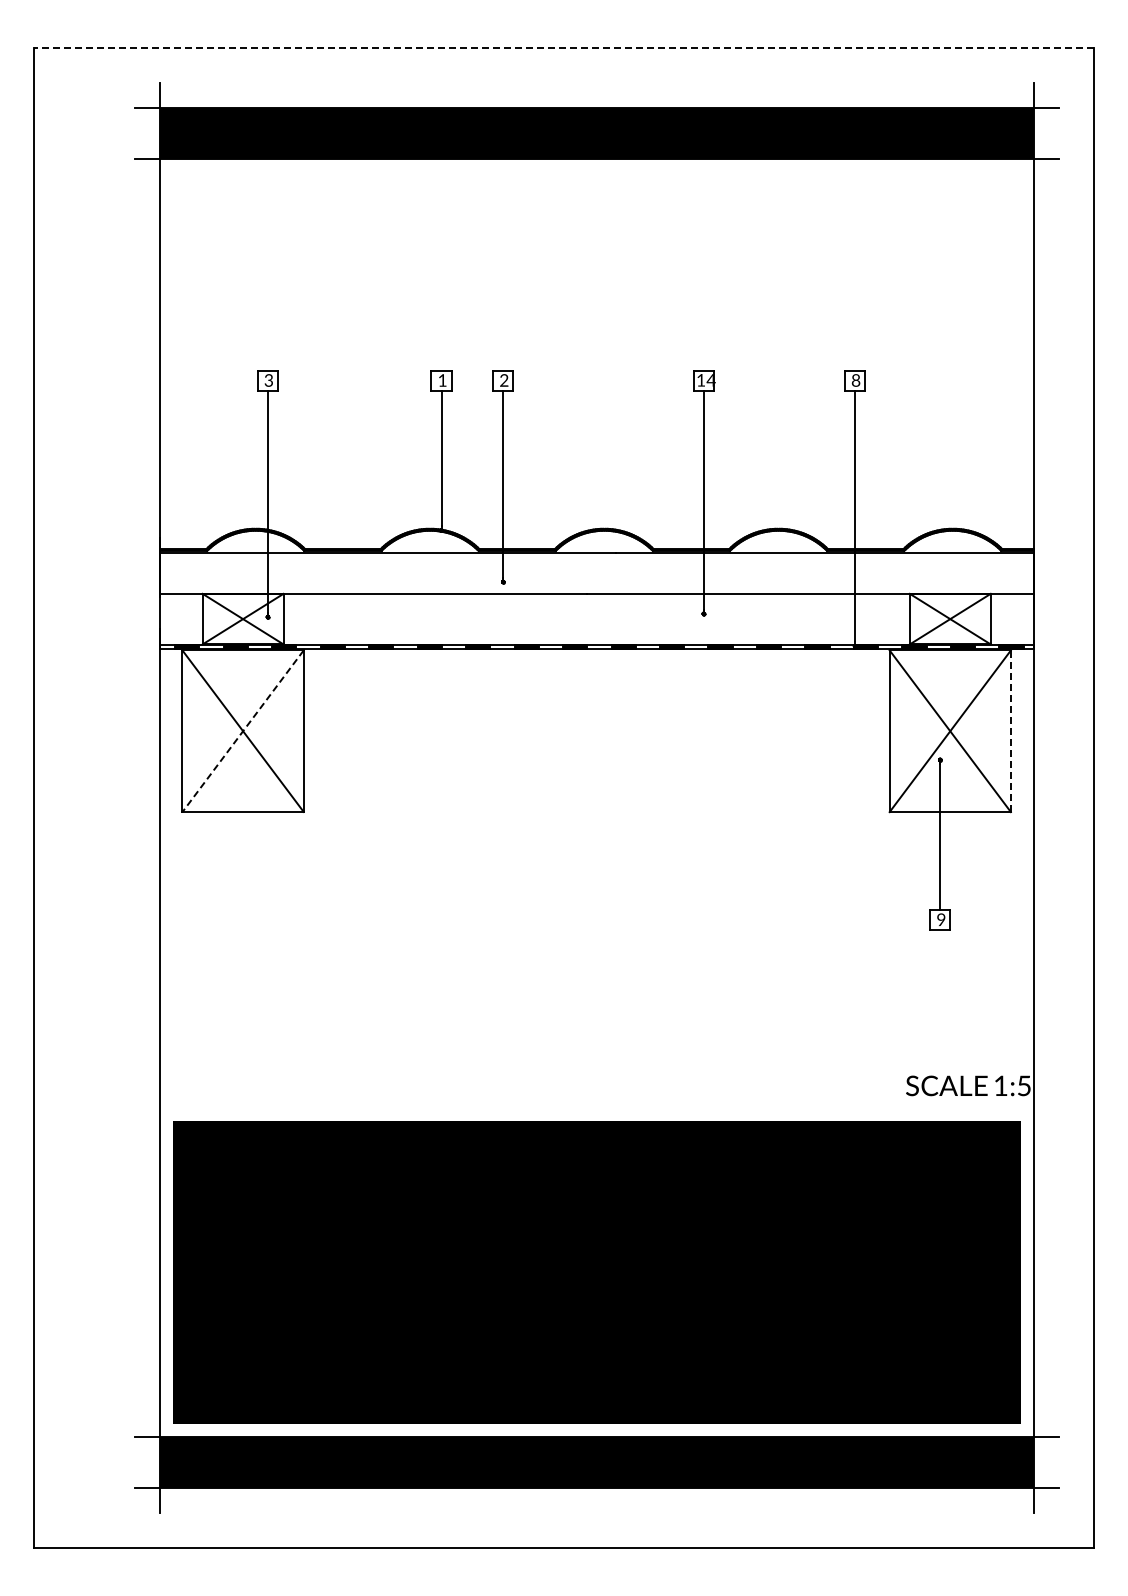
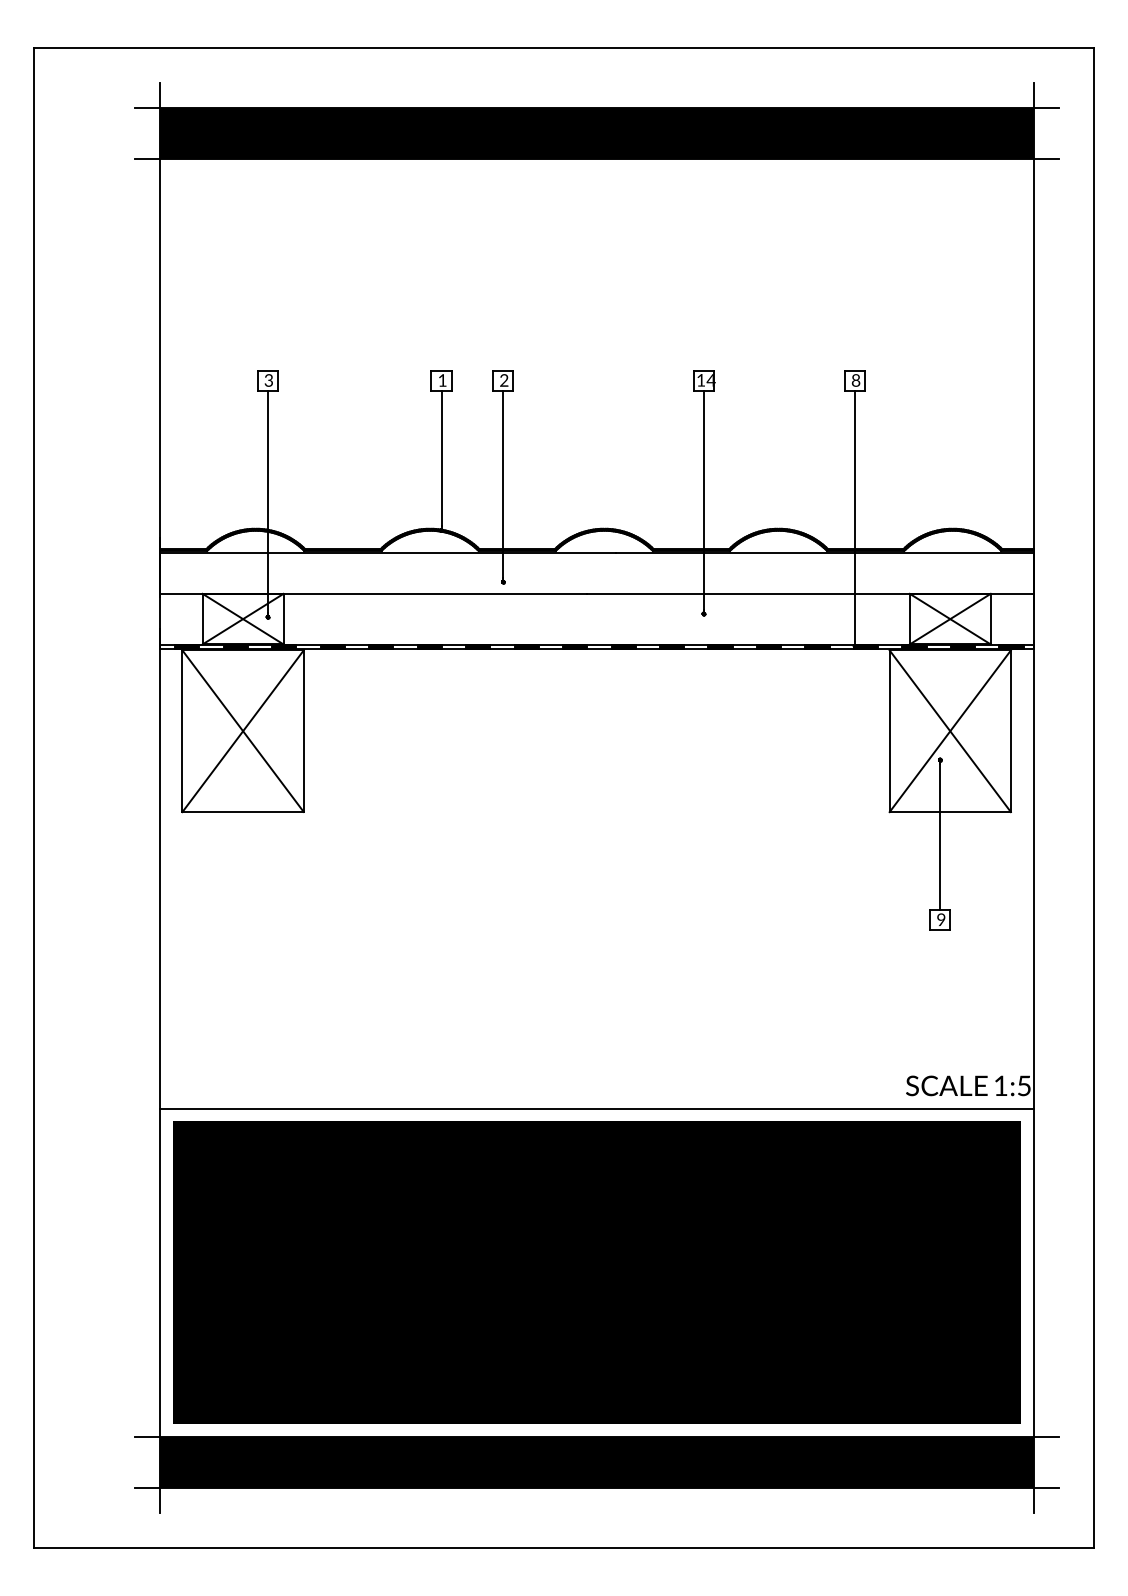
line at (563, 47): dashed -> solid
line at (242, 731): dashed -> solid
line at (1010, 731): dashed -> solid
line at (596, 1108): none -> present
